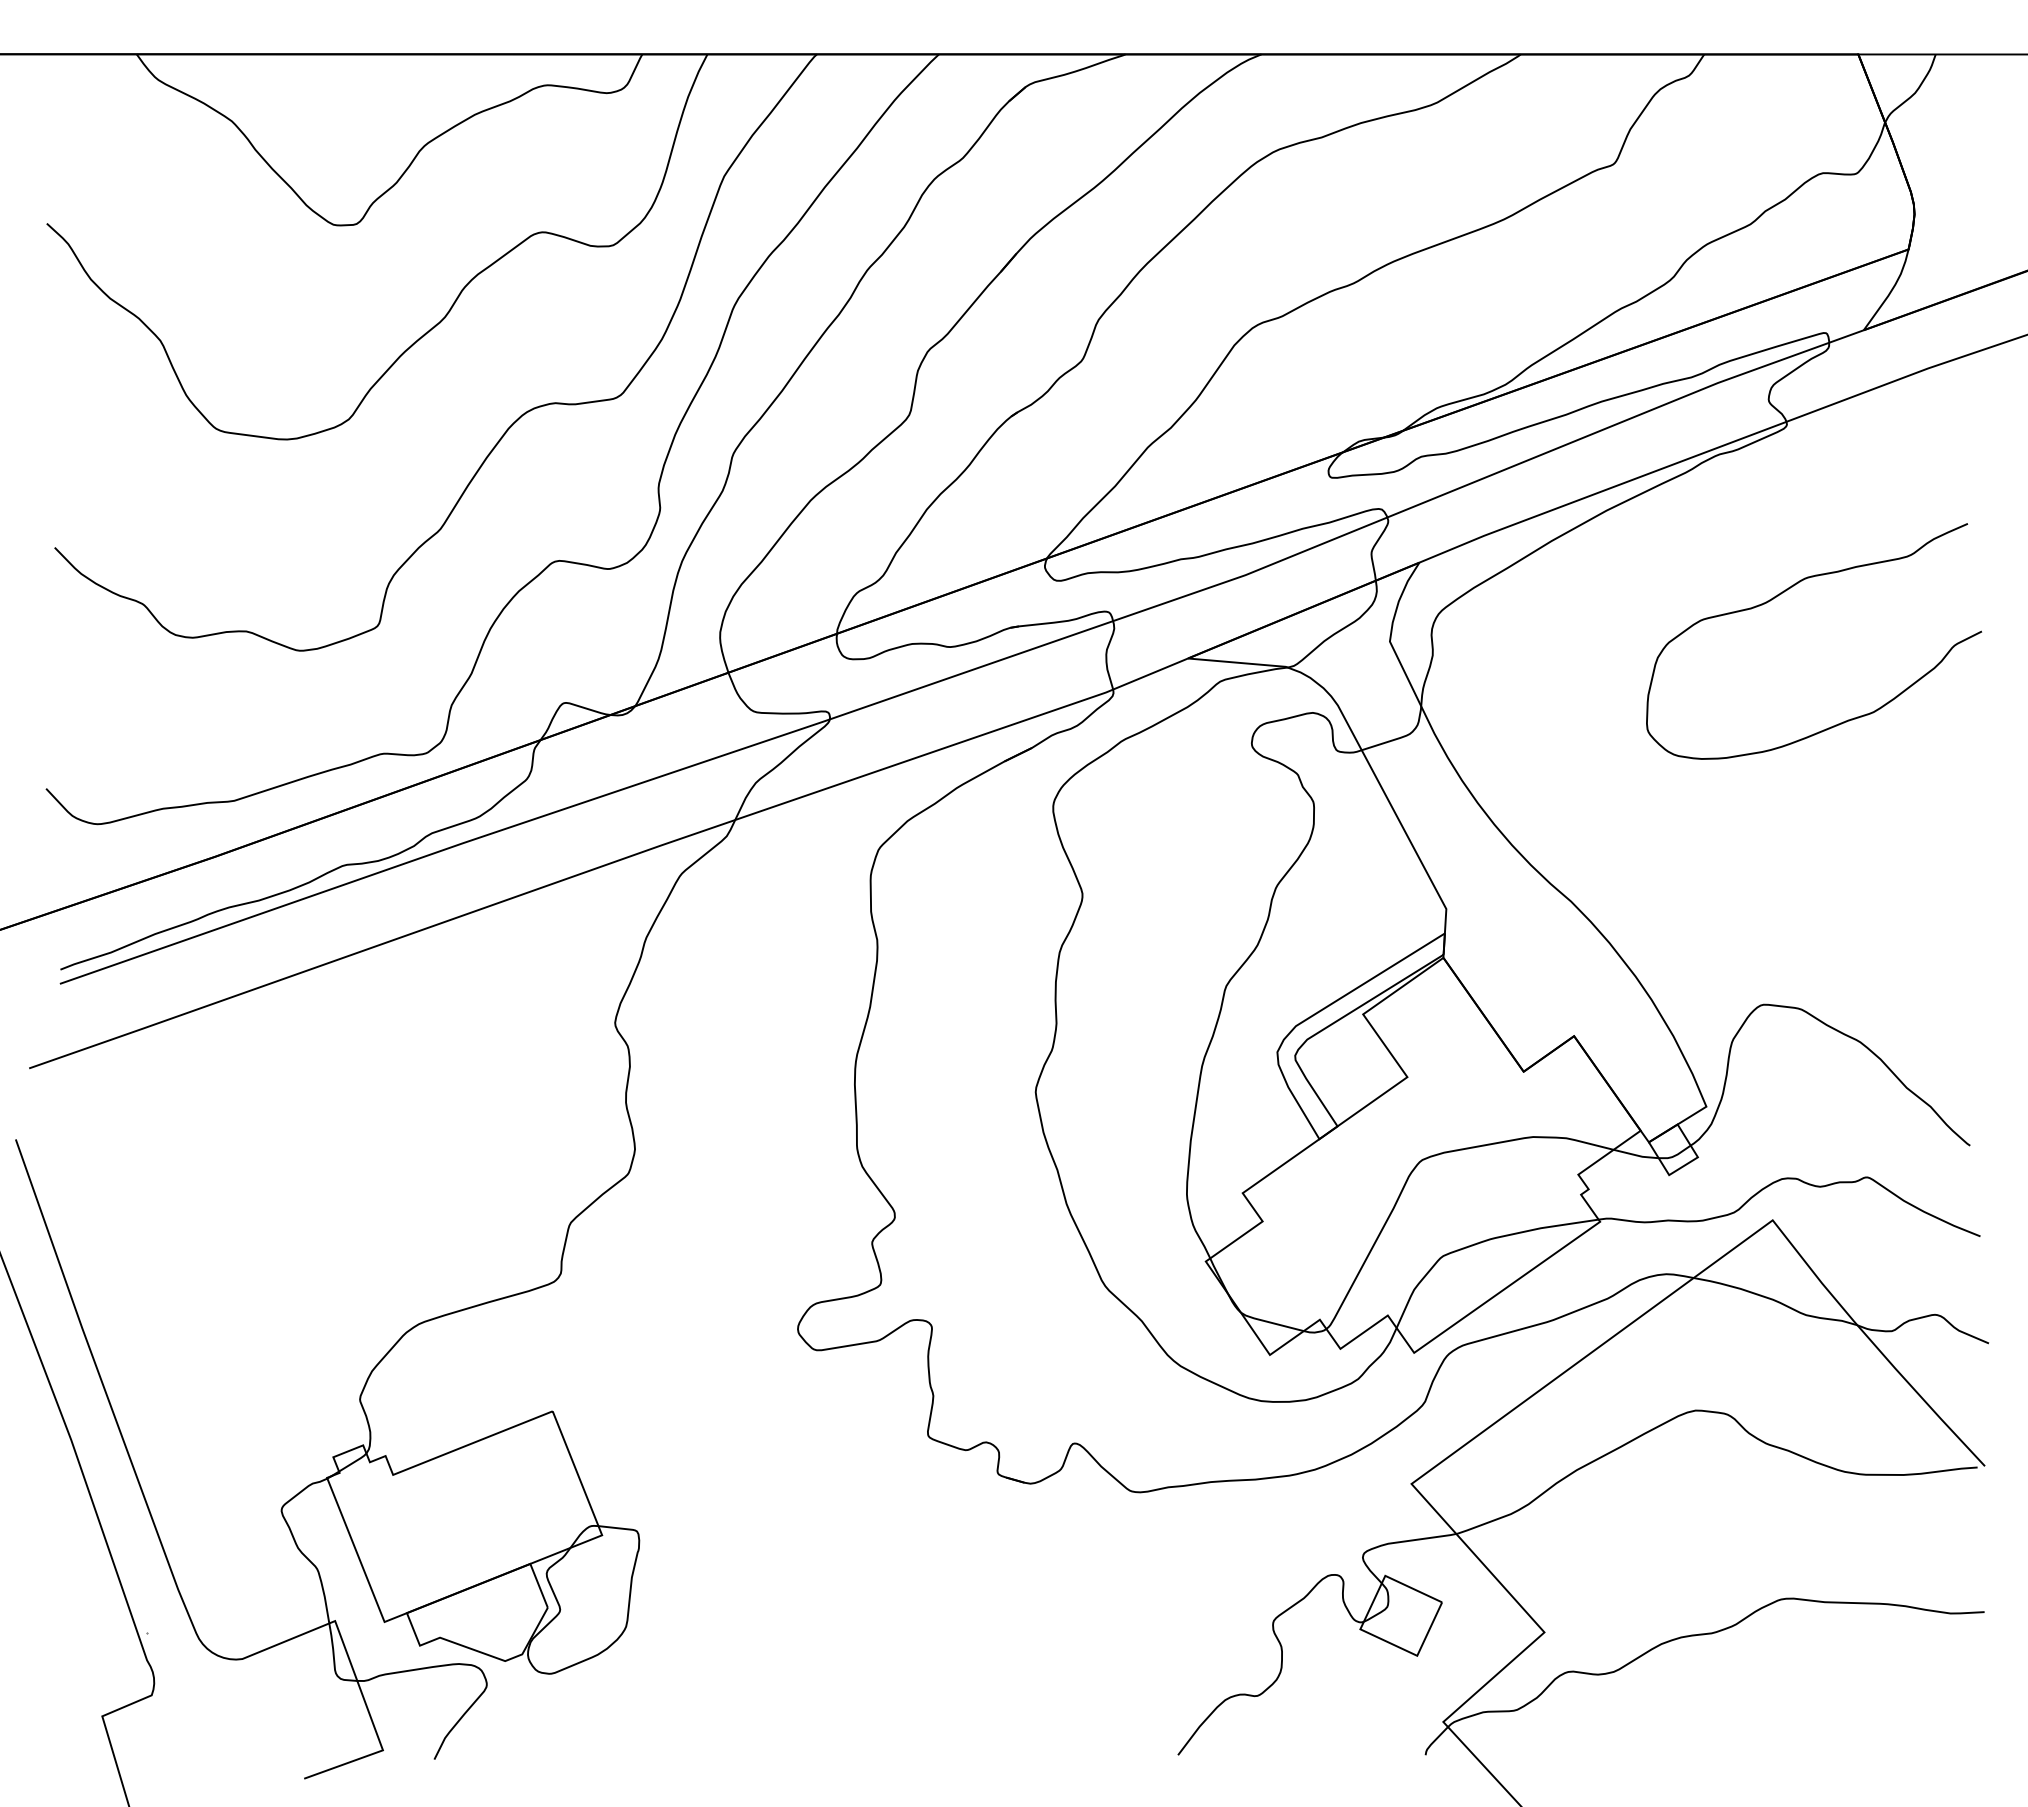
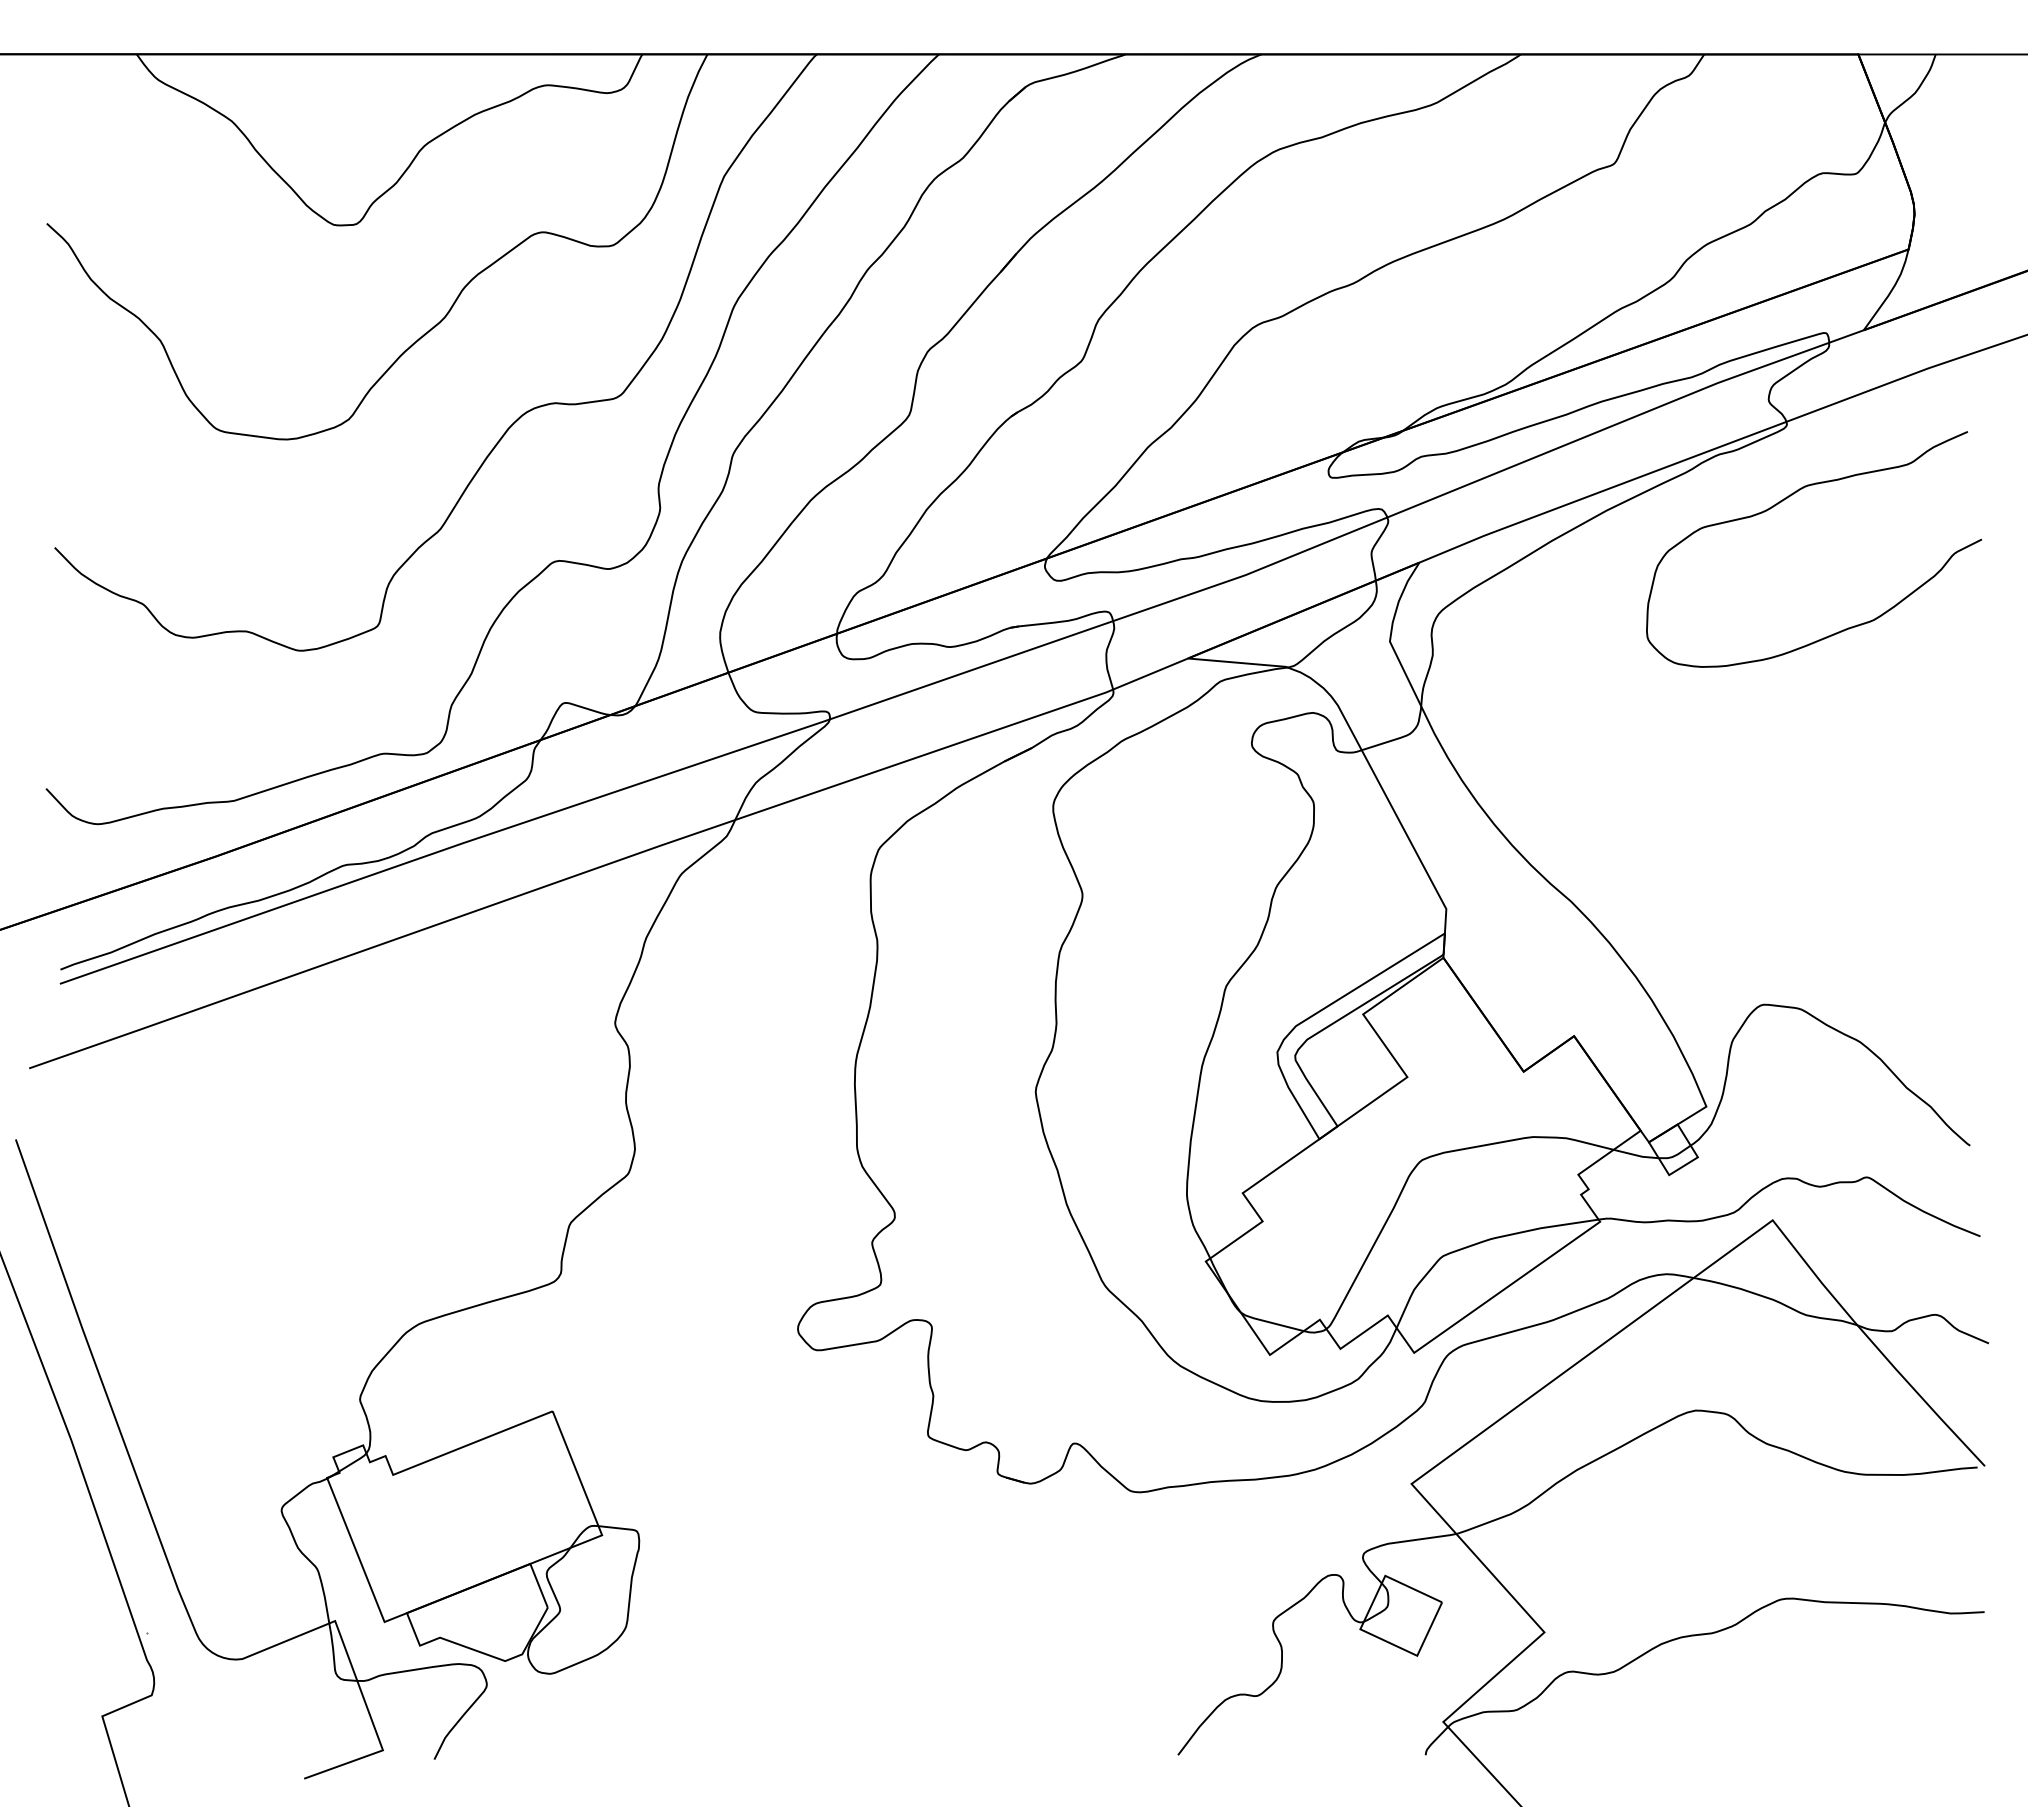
curve at (1786, 591) position: (1786, 591) -> (1786, 499)
